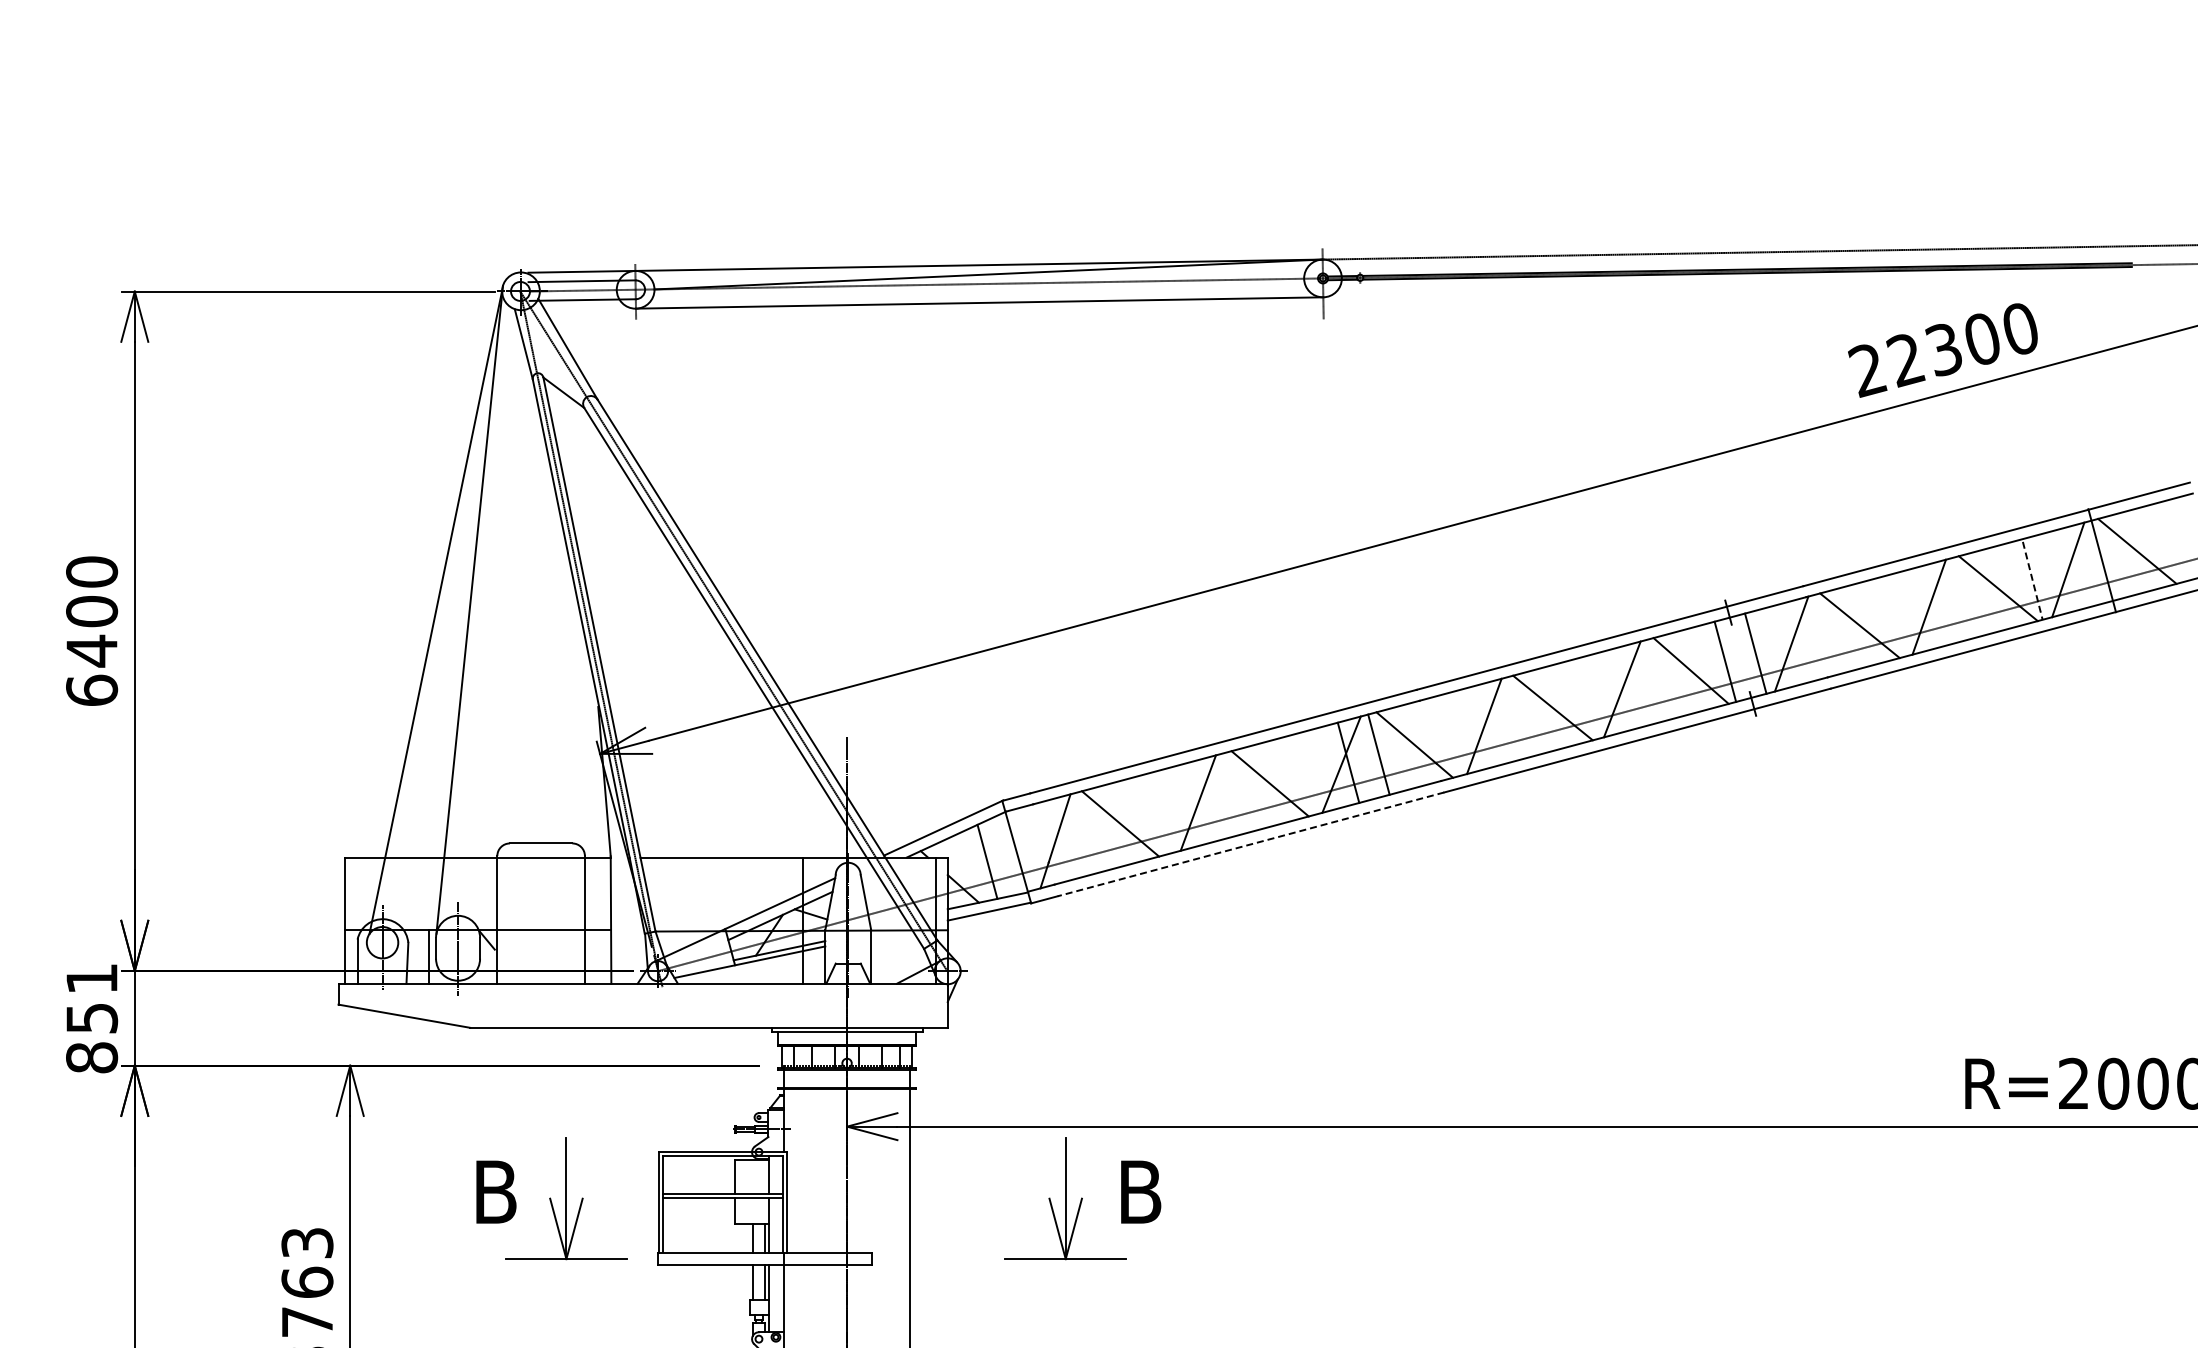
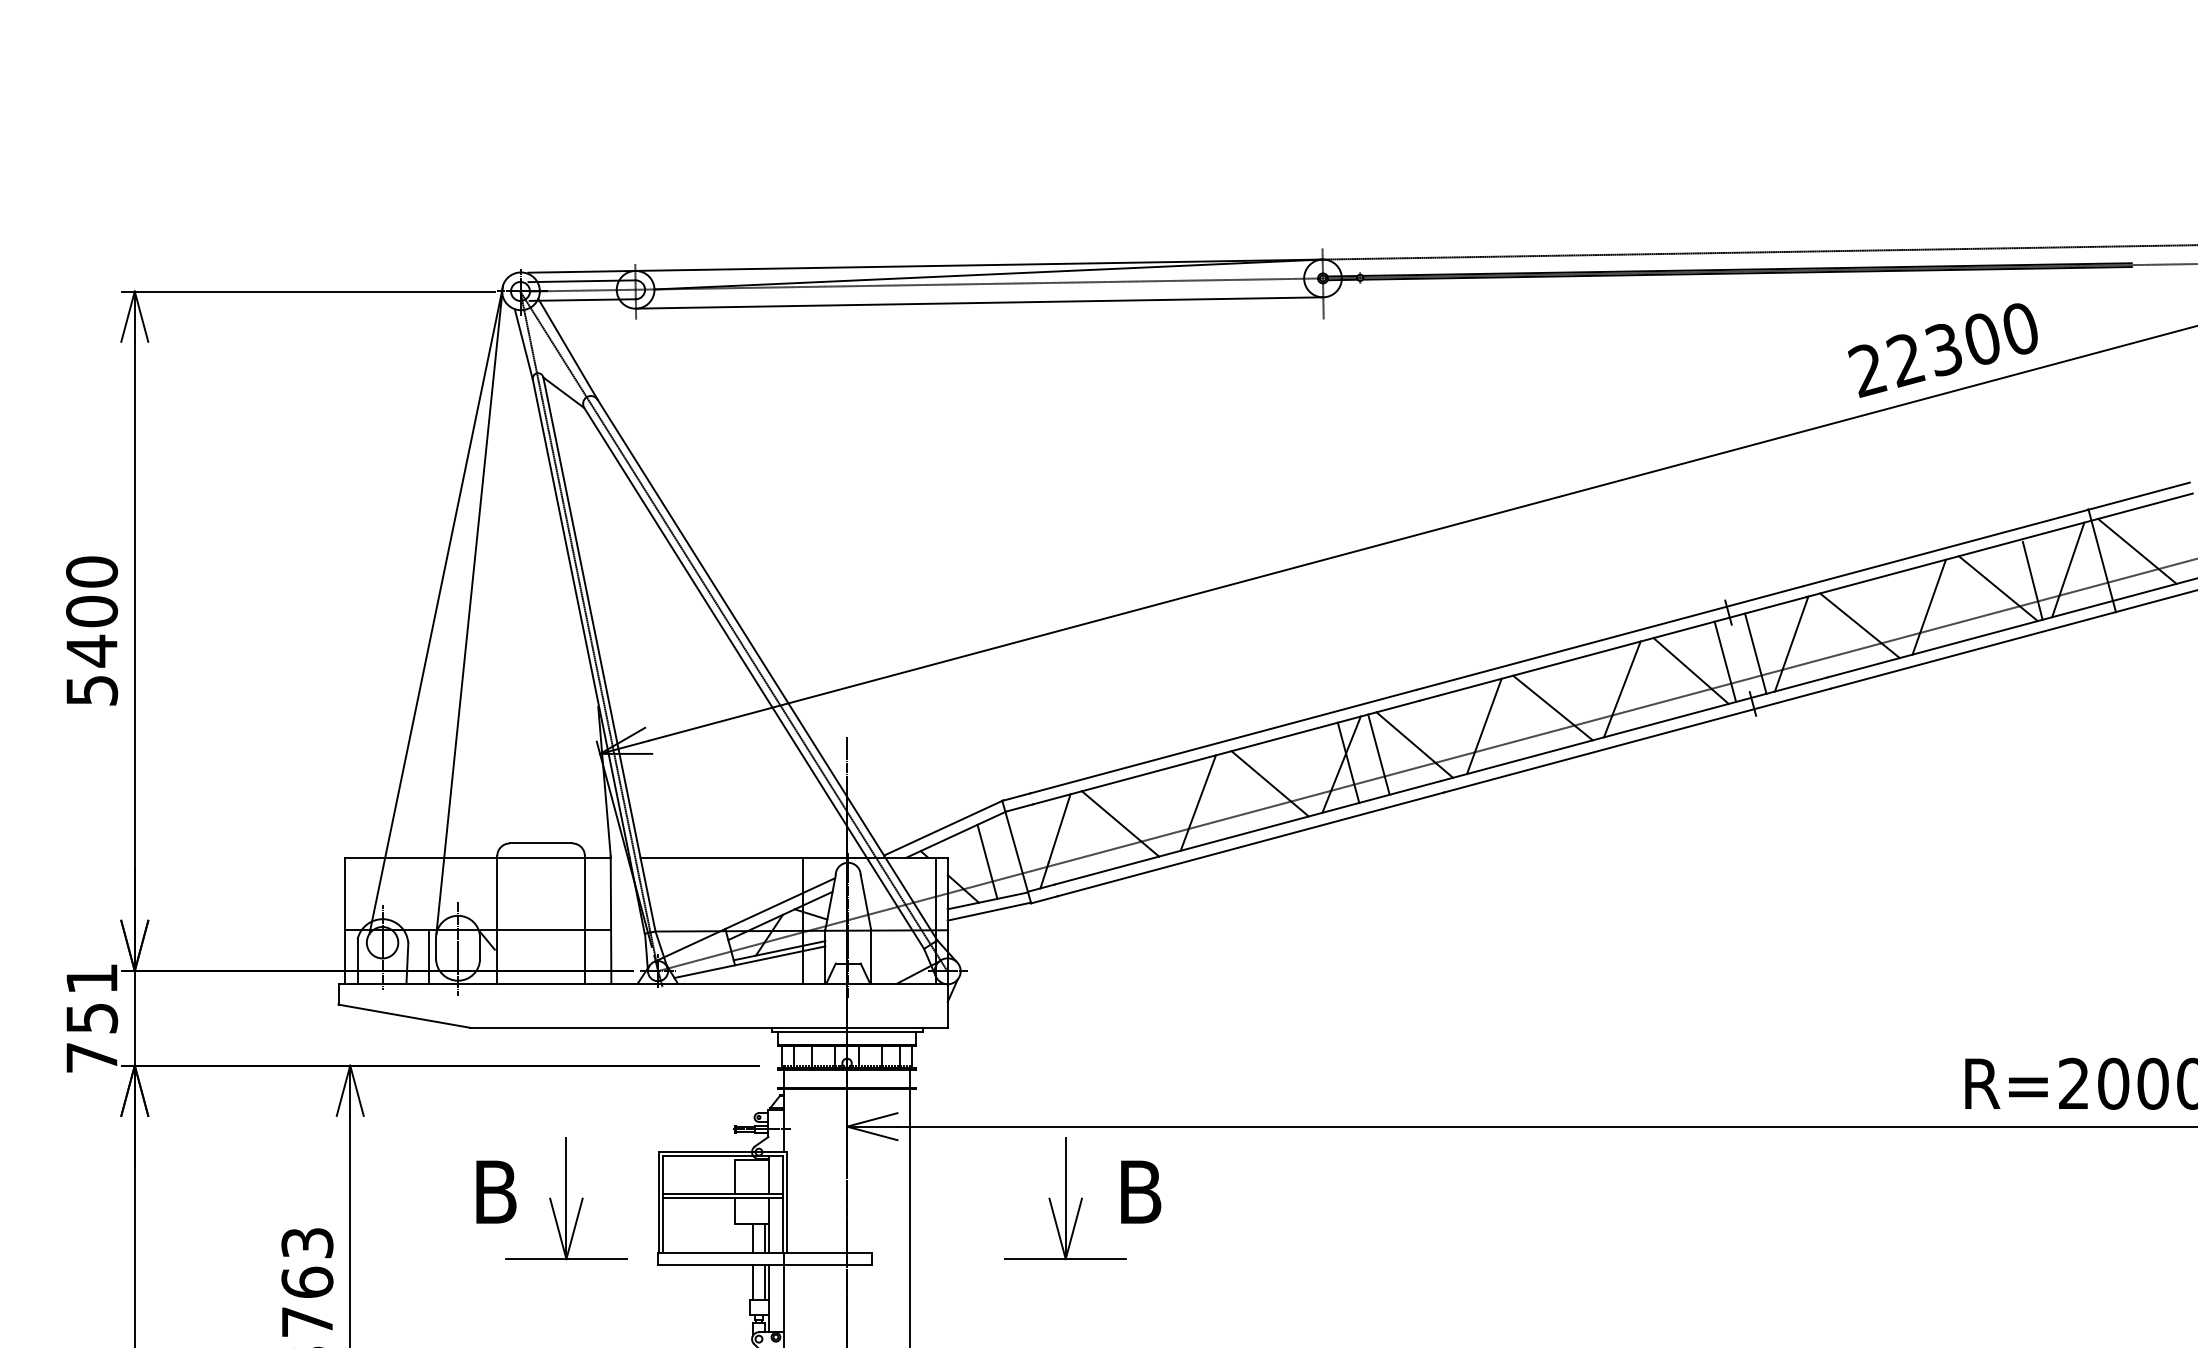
line at (2032, 581): dashed -> solid
text at (92, 689): 6400 -> 5400
line at (1250, 844): dashed -> solid
text at (92, 1057): 851 -> 751
